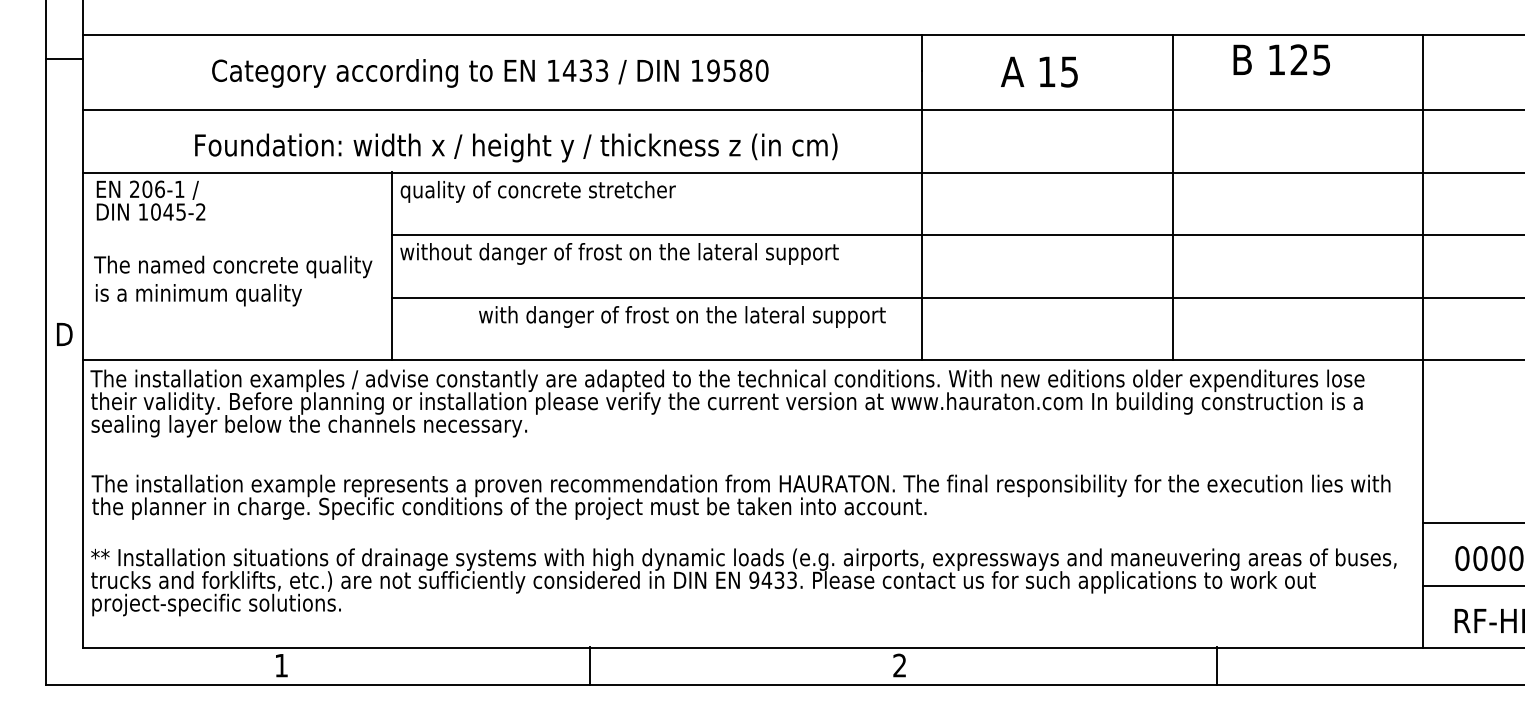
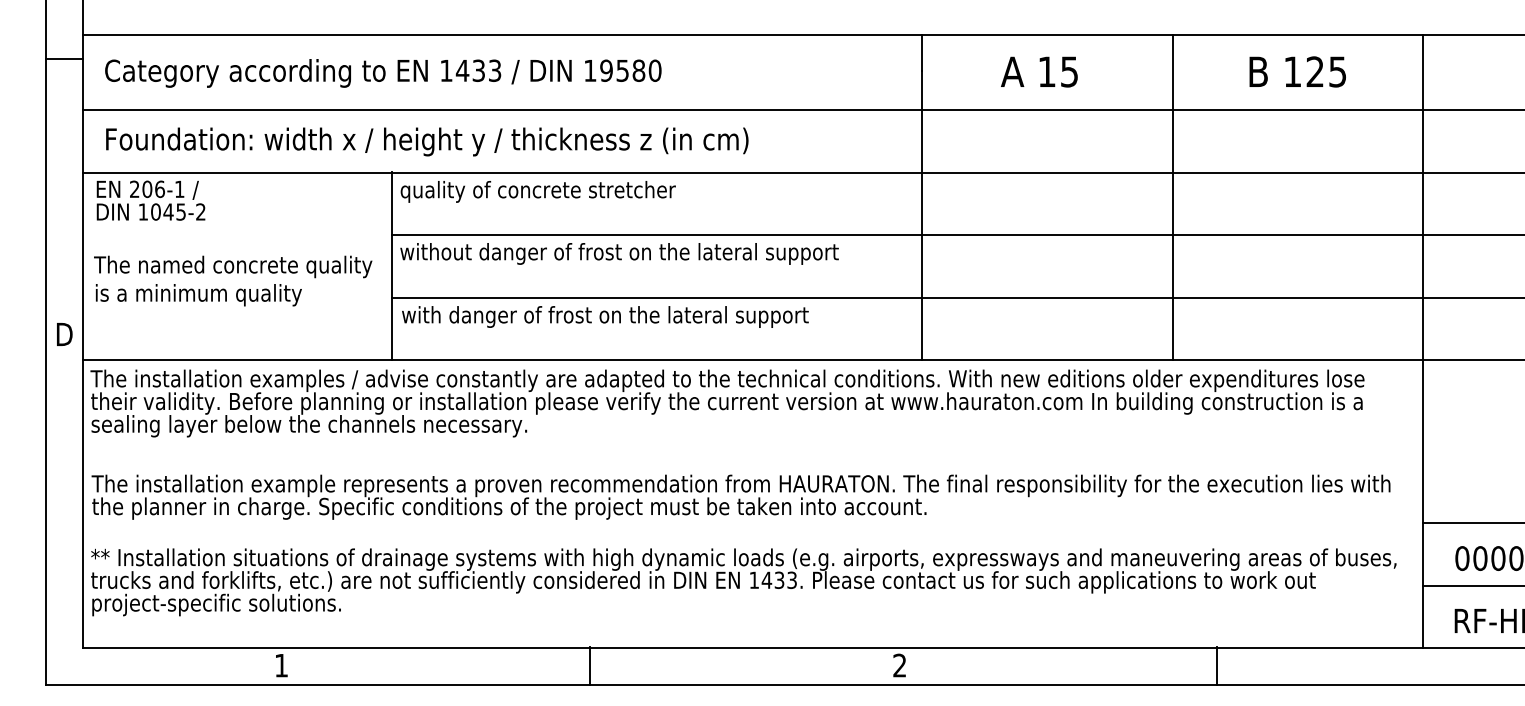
text at (1281, 59) position: (1281, 59) -> (1297, 71)
text at (490, 73) position: (490, 73) -> (383, 73)
text at (516, 147) position: (516, 147) -> (427, 141)
text at (682, 316) position: (682, 316) -> (605, 316)
text at (754, 579): 9433. -> 1433.
